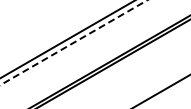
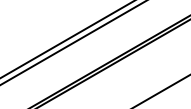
line at (73, 42): dashed -> solid
